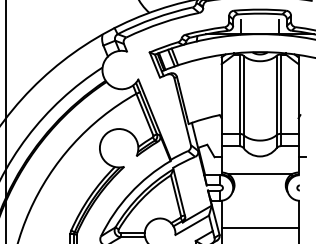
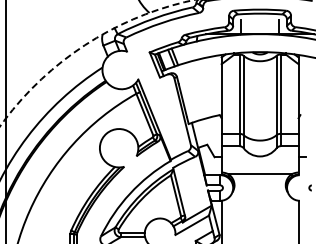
arc at (84, 45): solid -> dashed
arc at (297, 187) position: (297, 187) -> (309, 187)
line at (259, 227): present -> none
